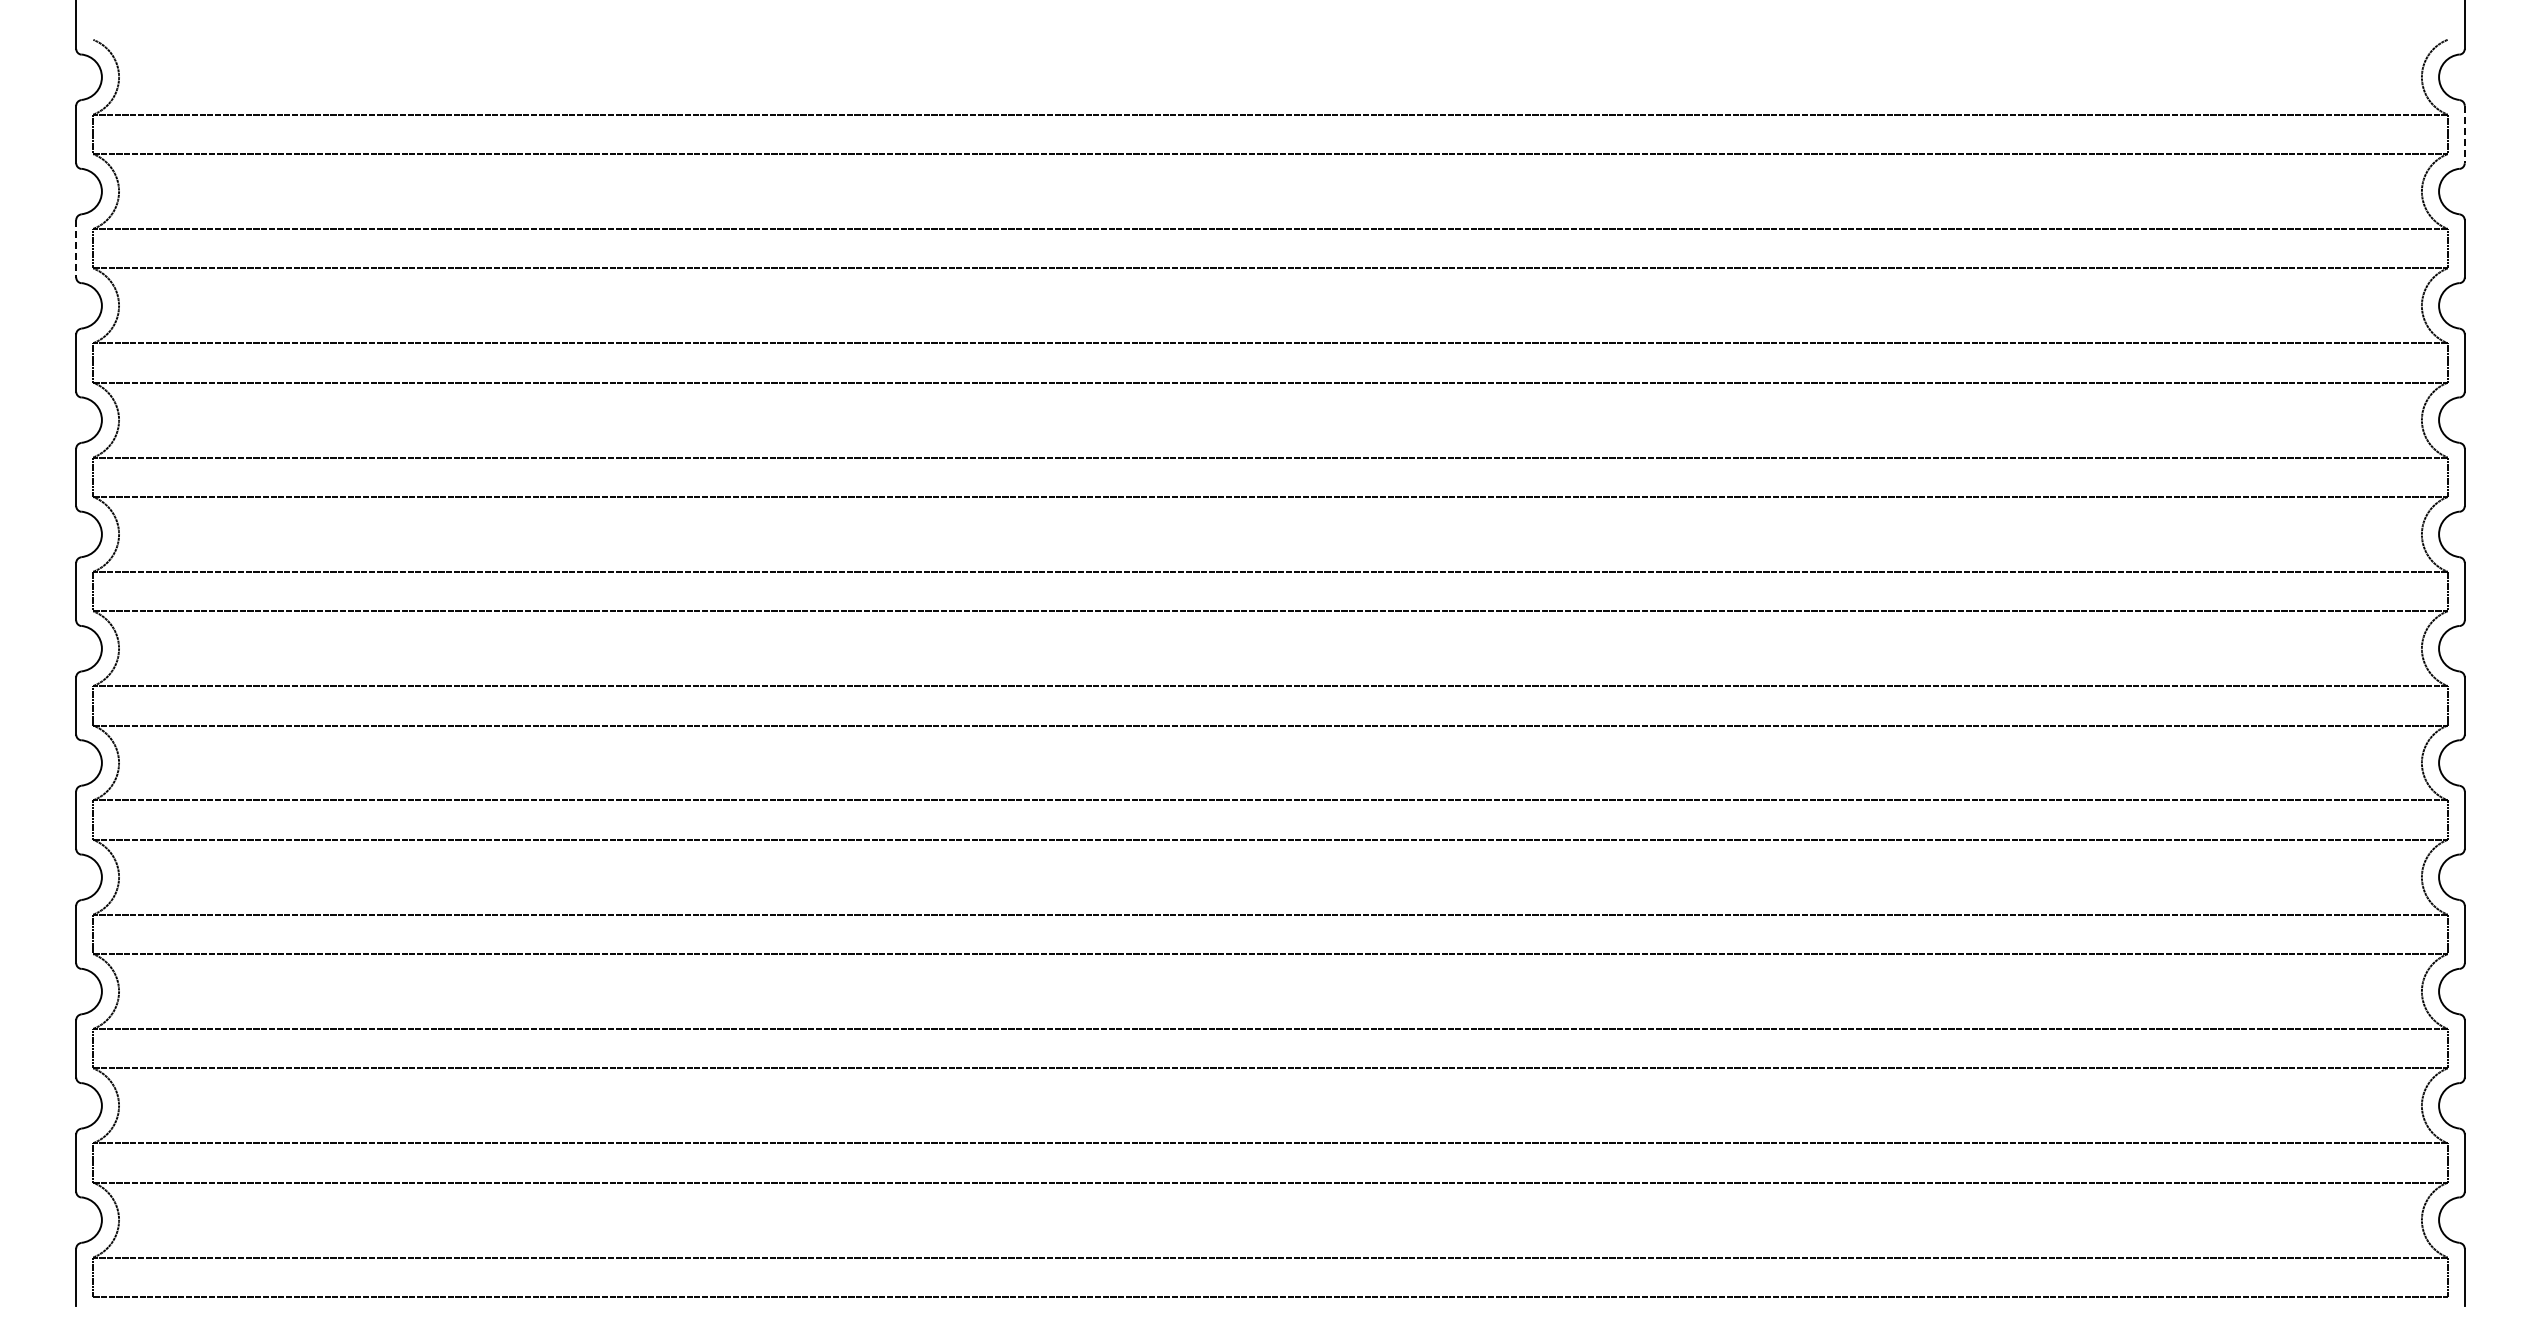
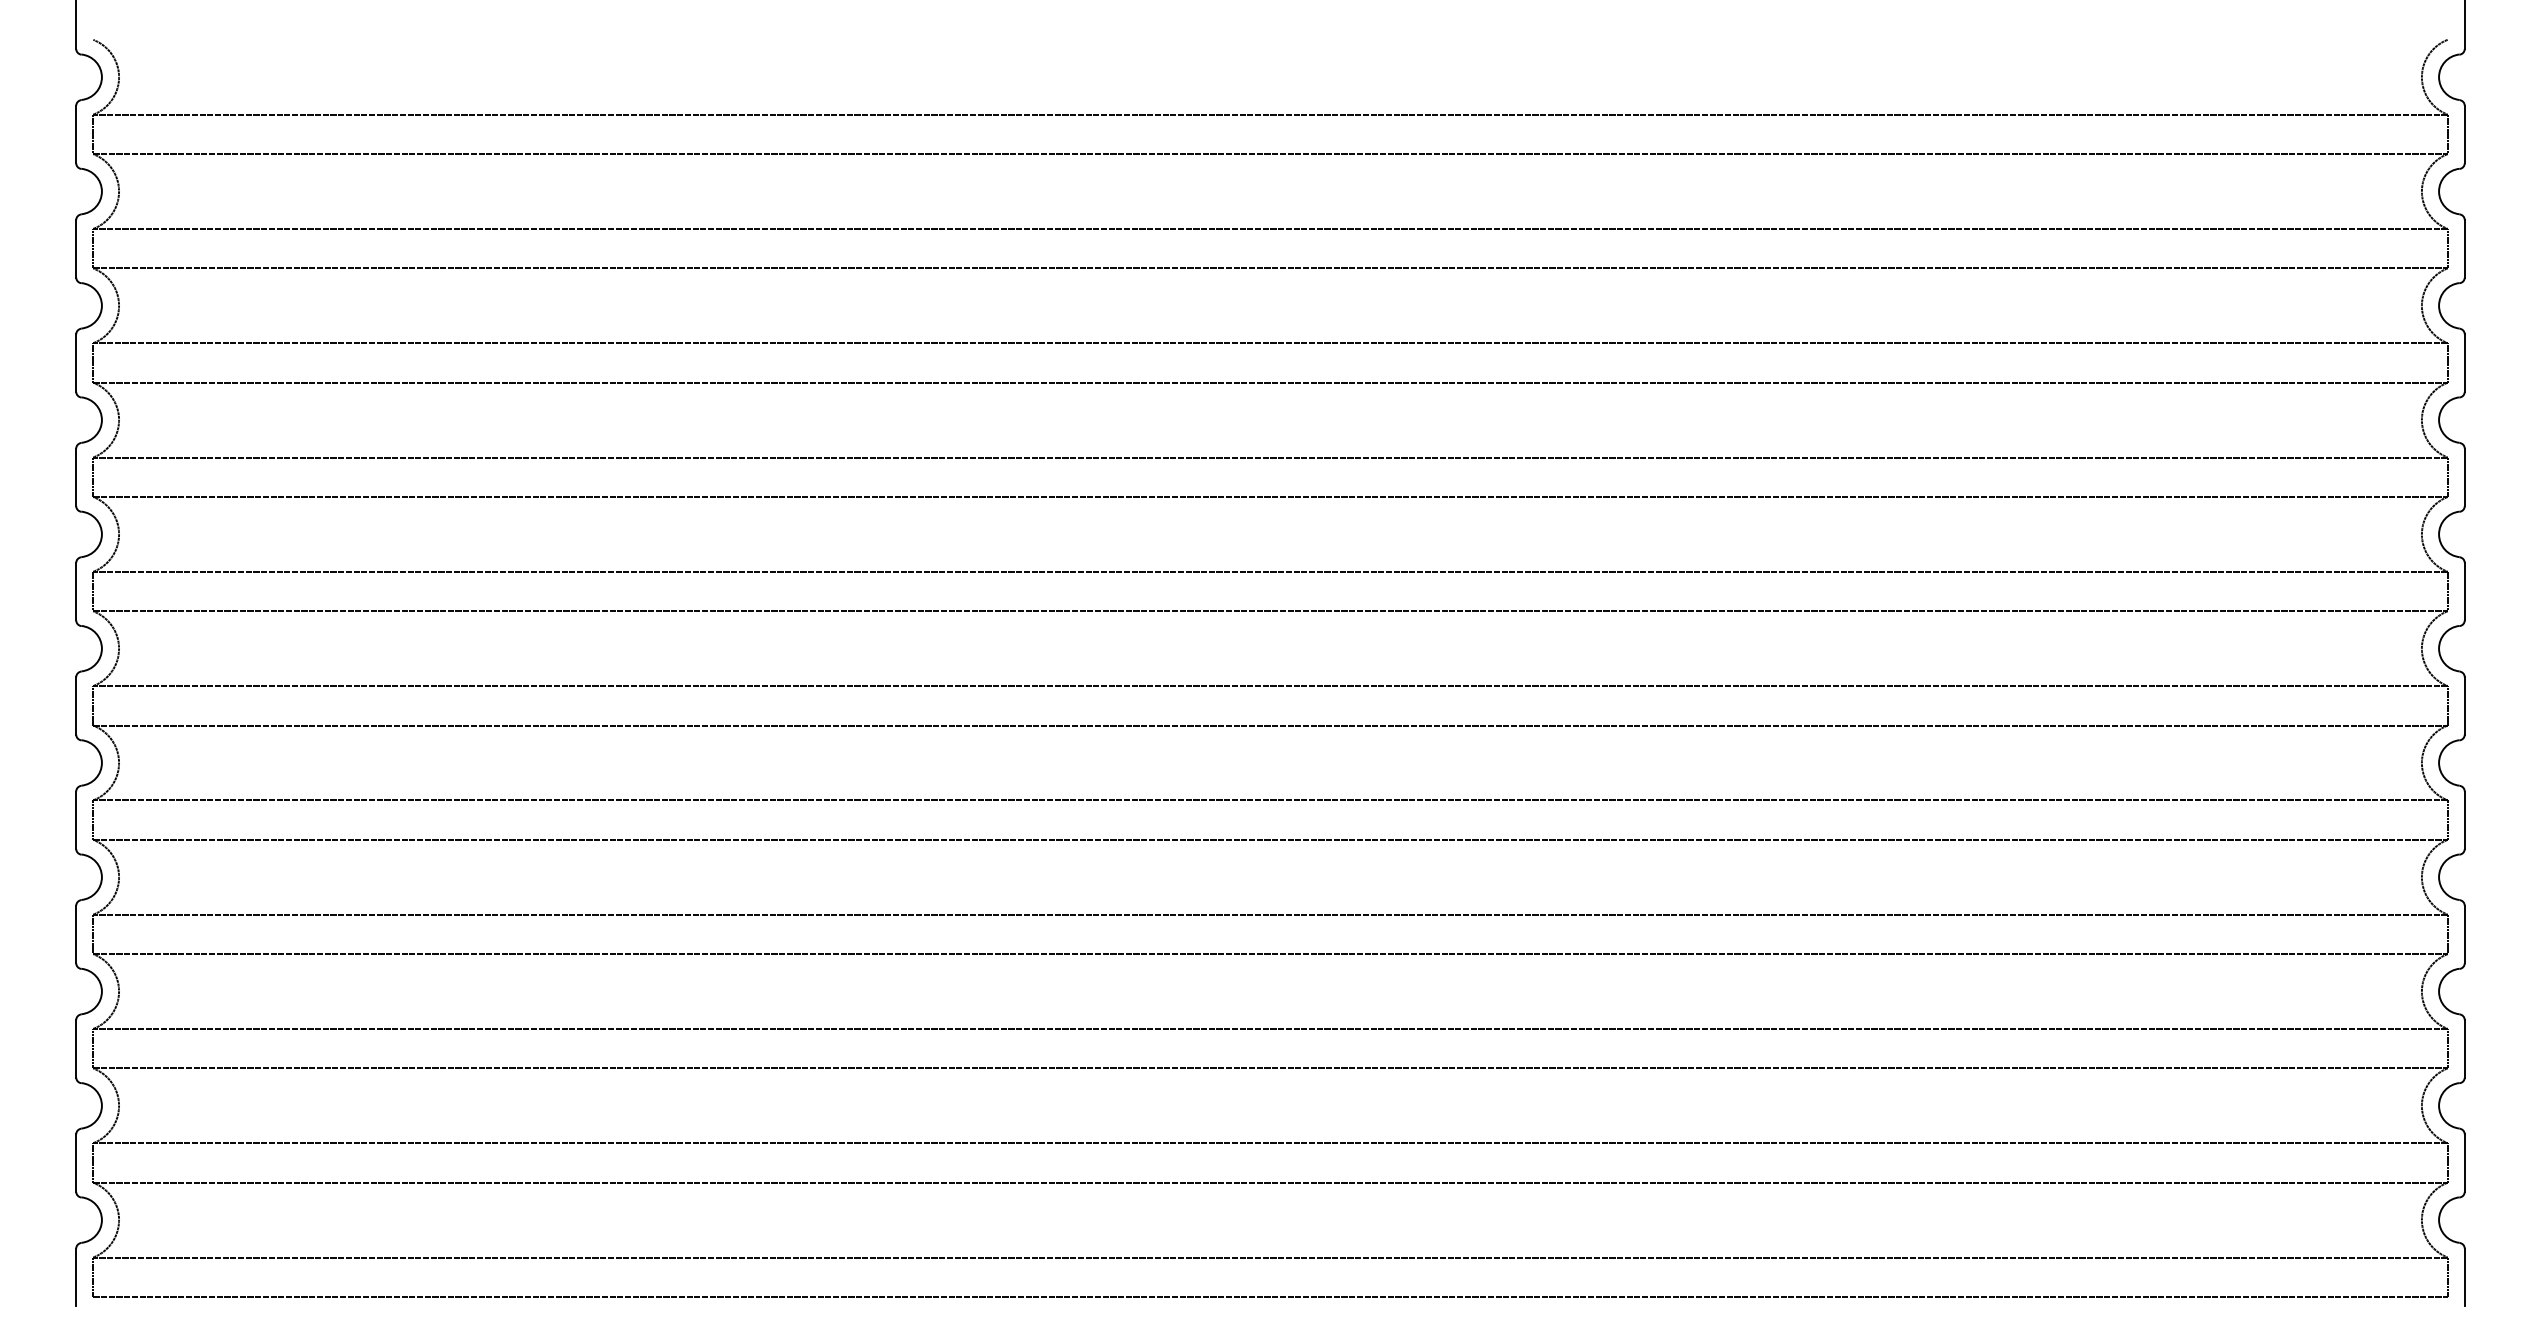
line at (2464, 134): dashed -> solid
line at (76, 248): dashed -> solid
